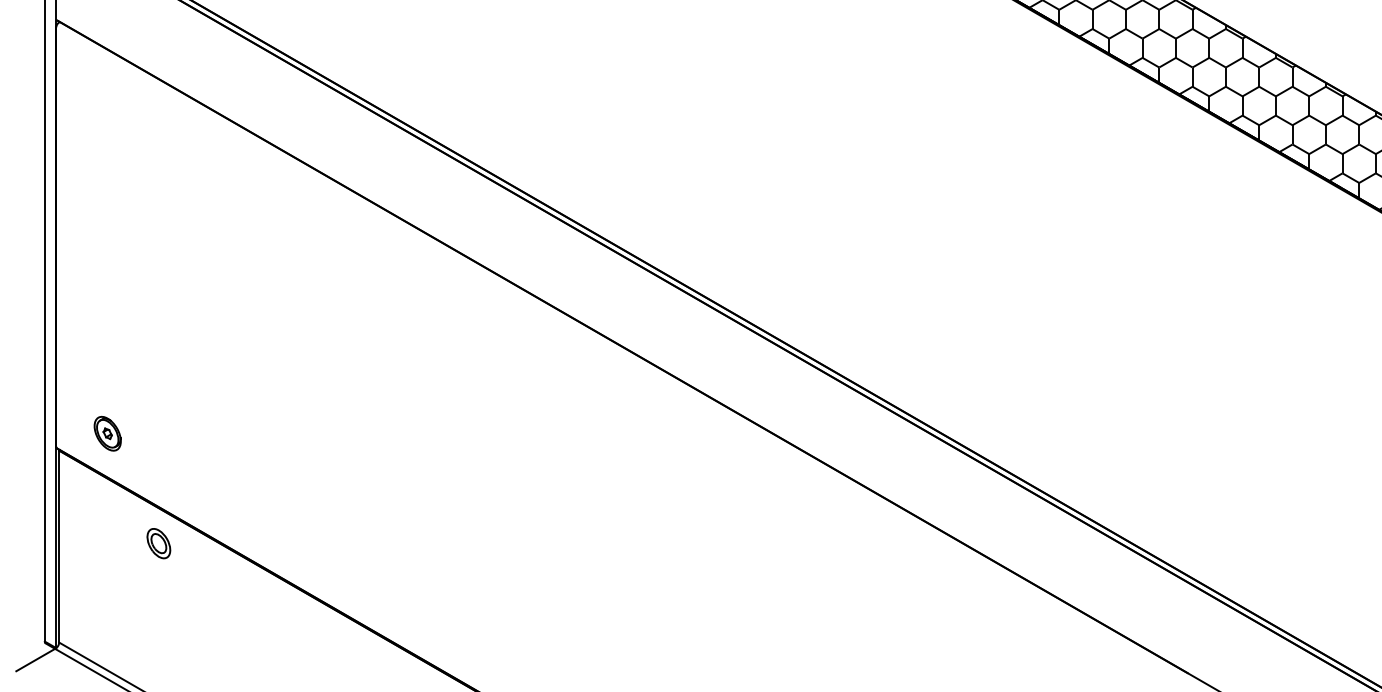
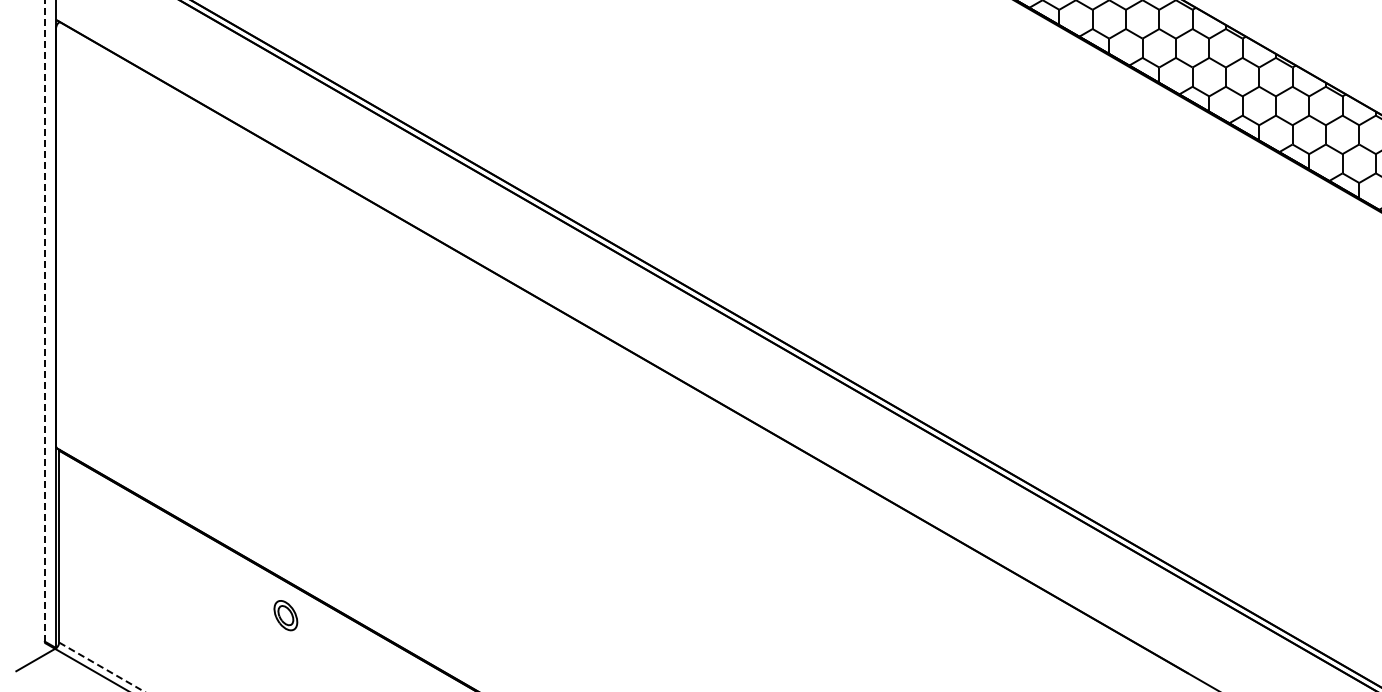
line at (44, 320): solid -> dashed
part at (107, 433): present -> none
part at (158, 543) position: (158, 543) -> (285, 615)
line at (101, 667): solid -> dashed
